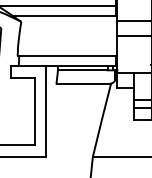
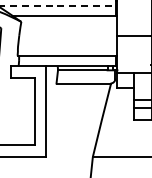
line at (58, 5): solid -> dashed
line at (132, 21): present -> none
